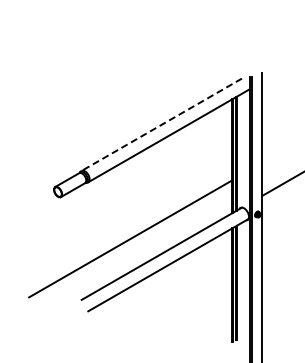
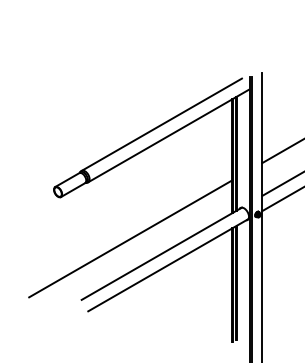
line at (161, 124): dashed -> solid
line at (281, 151): none -> present
line at (281, 199): none -> present
